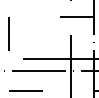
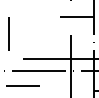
line at (25, 90) position: (25, 90) -> (22, 85)
